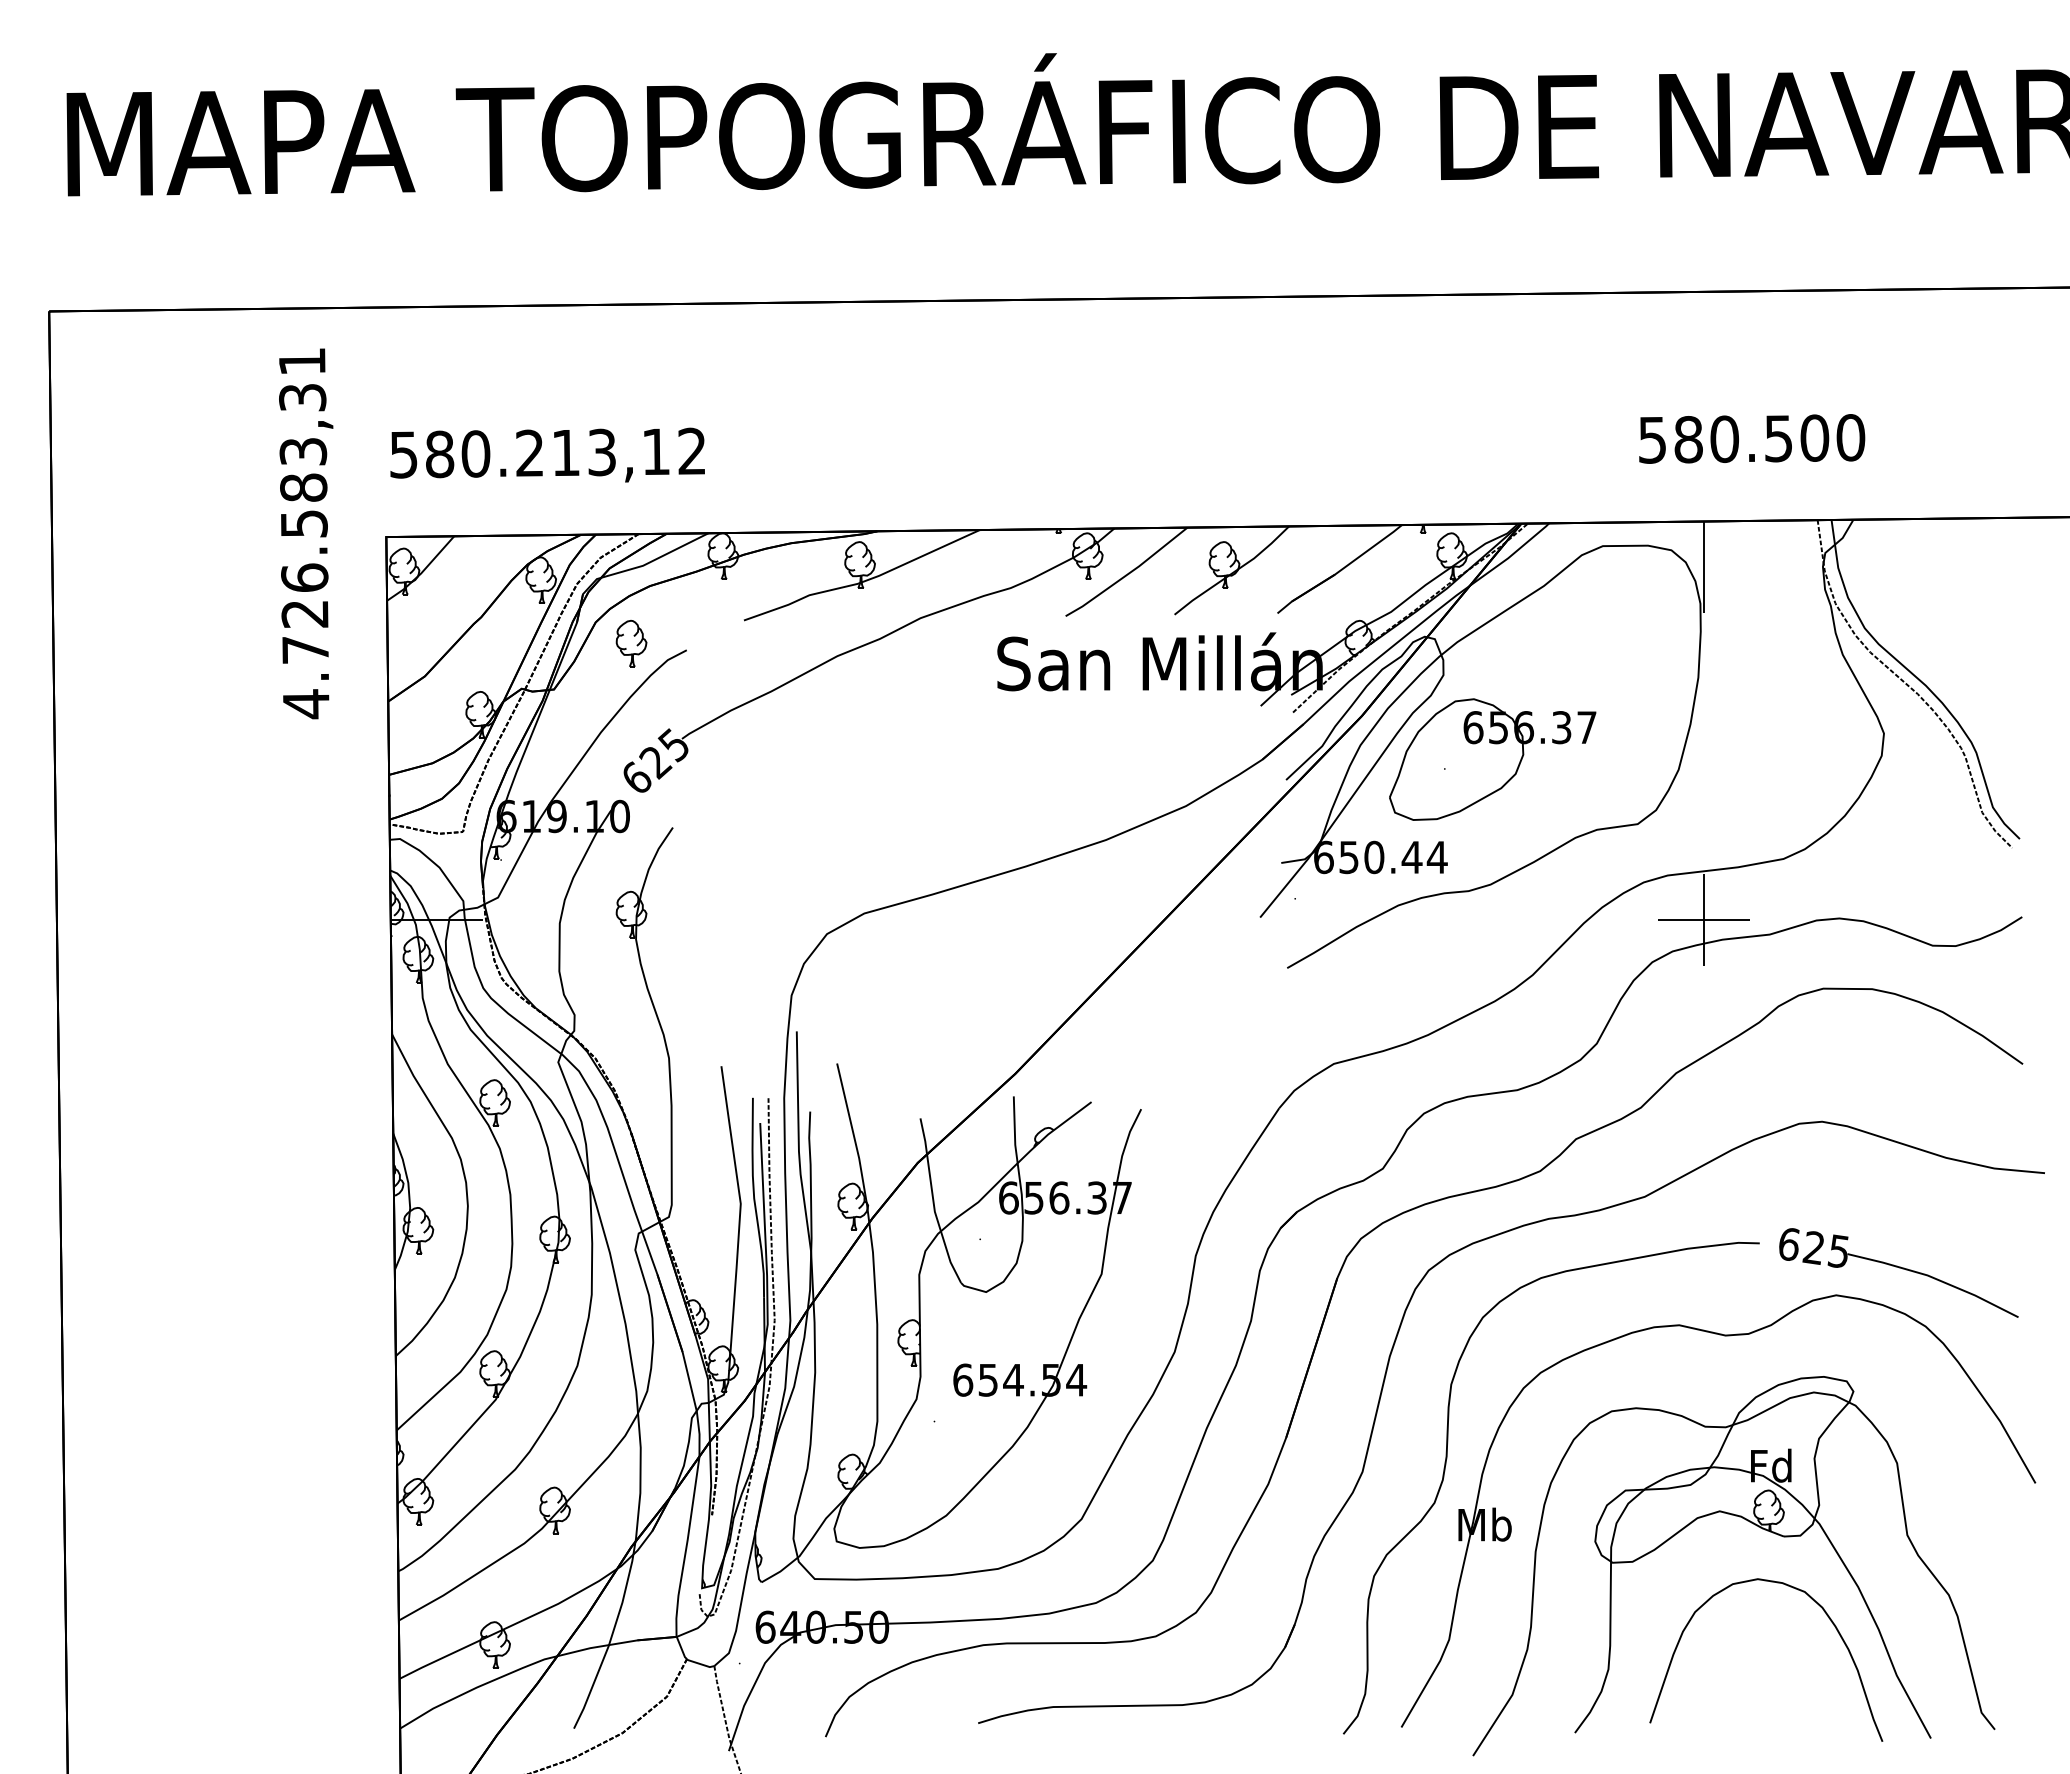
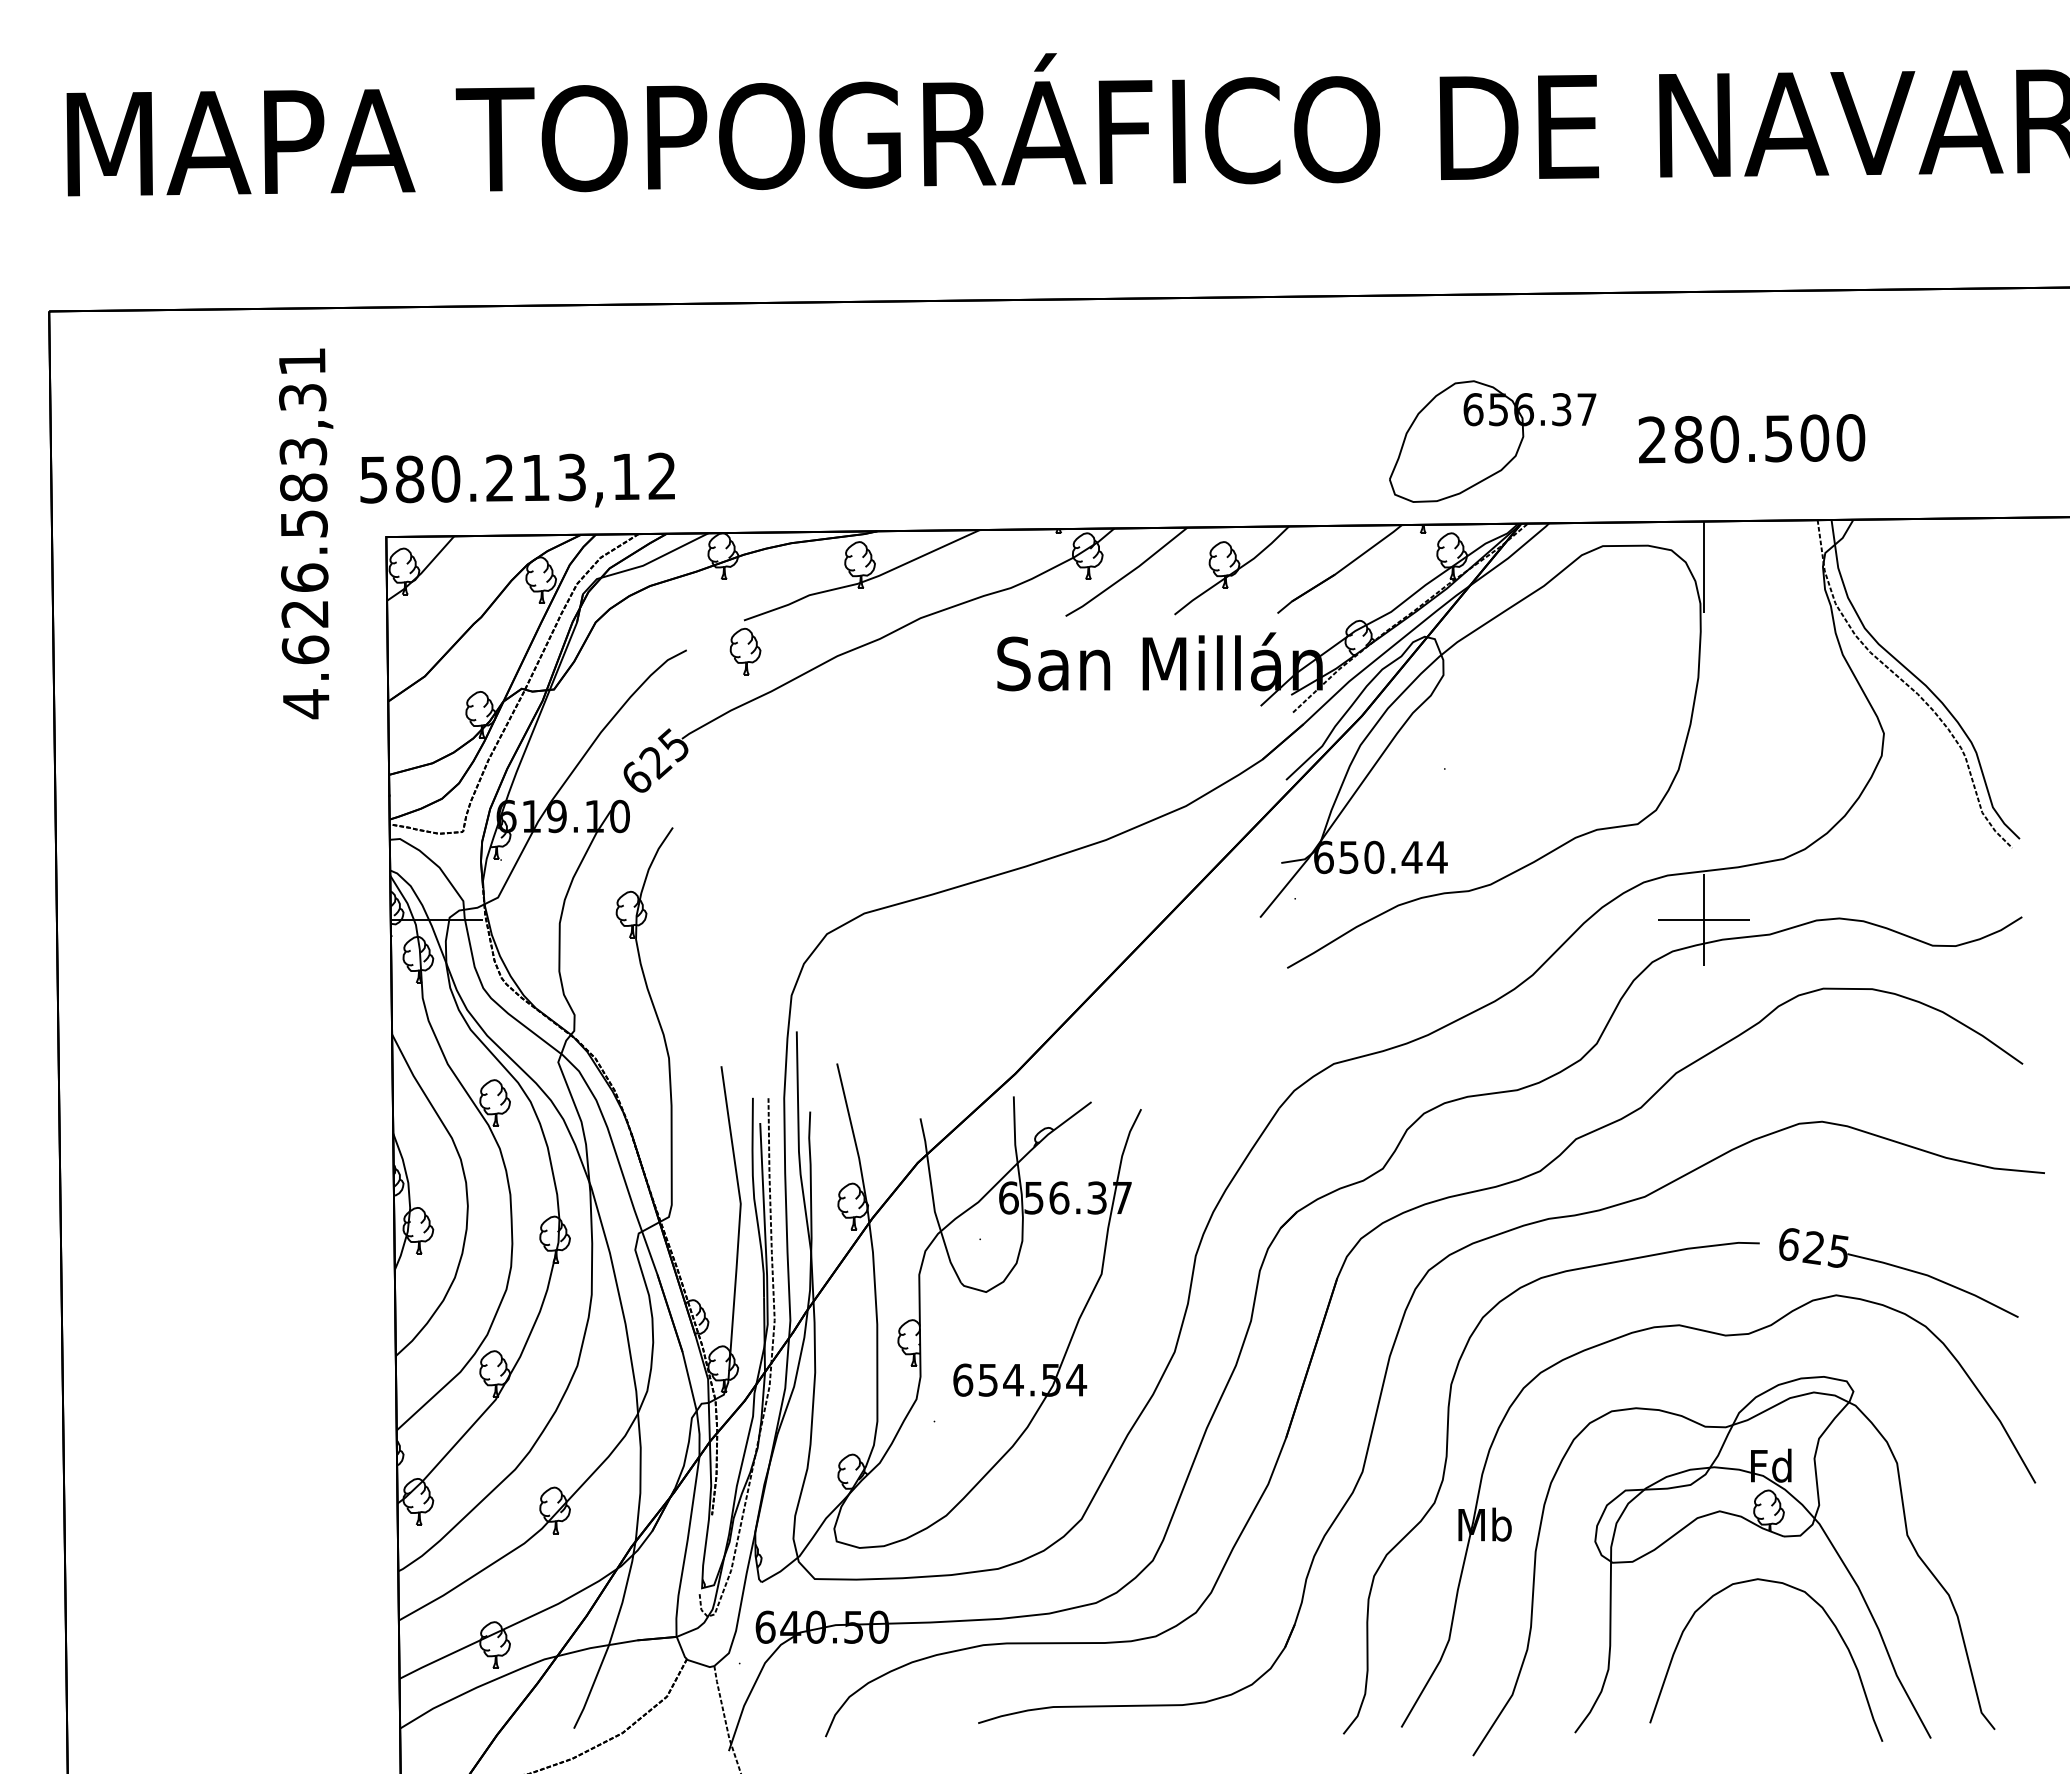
text at (1651, 439): 580.500 -> 280.500
text at (547, 454) position: (547, 454) -> (517, 479)
part at (631, 643) position: (631, 643) -> (745, 651)
text at (305, 649): 4.726.583,31 -> 4.626.583,31
part at (1492, 759) position: (1492, 759) -> (1492, 441)
